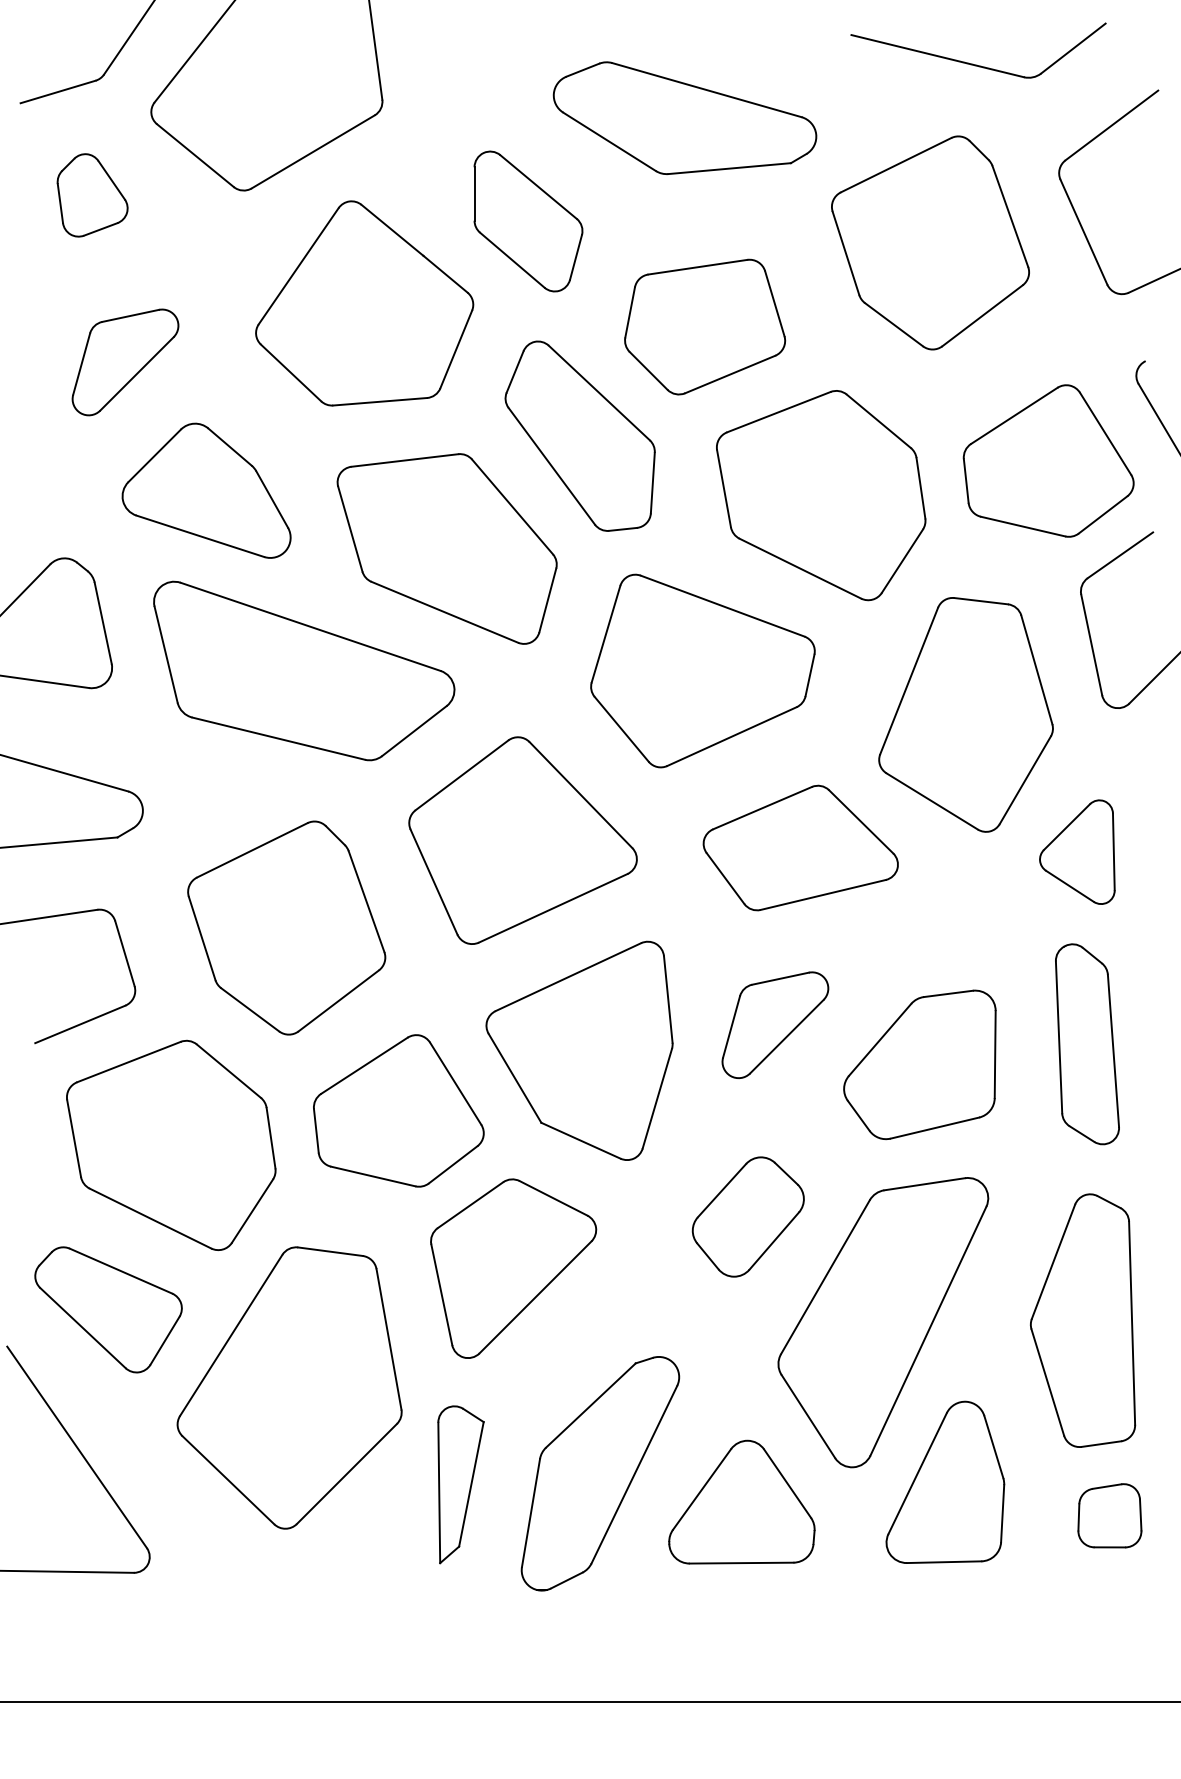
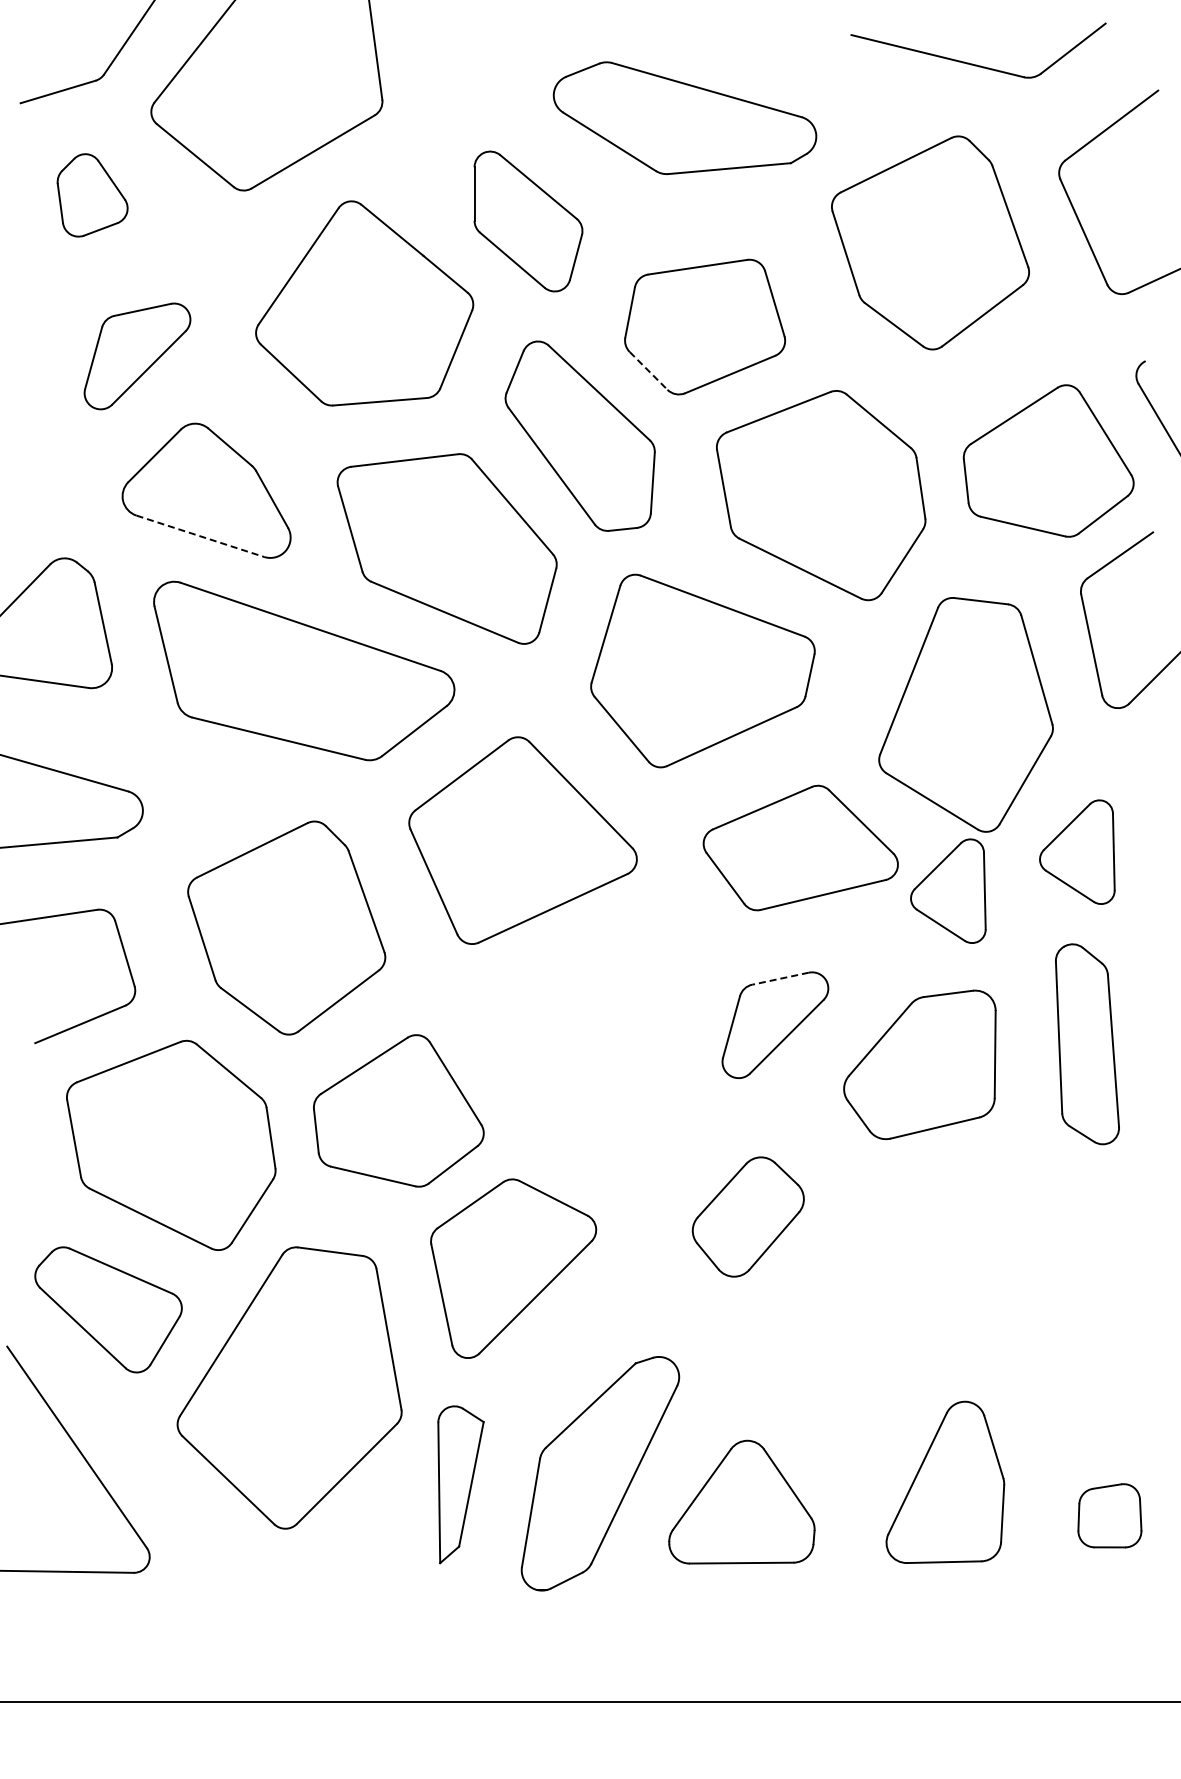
part at (125, 362) position: (125, 362) -> (137, 356)
line at (648, 370): solid -> dashed
line at (200, 536): solid -> dashed
part at (948, 890): none -> present
line at (780, 978): solid -> dashed
part at (579, 1050): present -> none
part at (1083, 1320): present -> none
part at (883, 1322): present -> none
